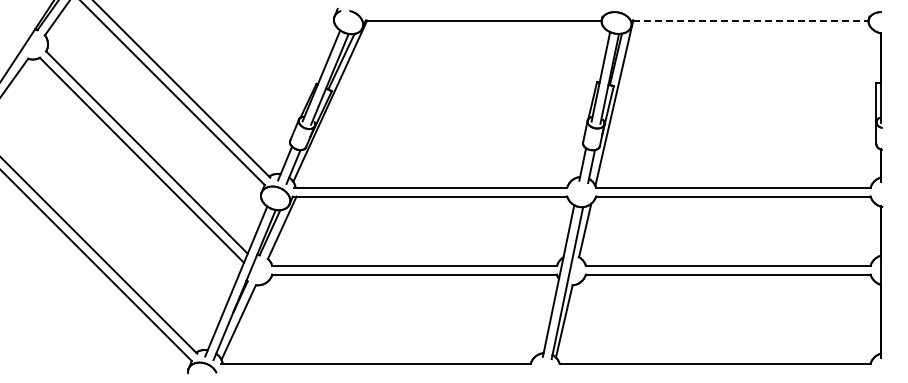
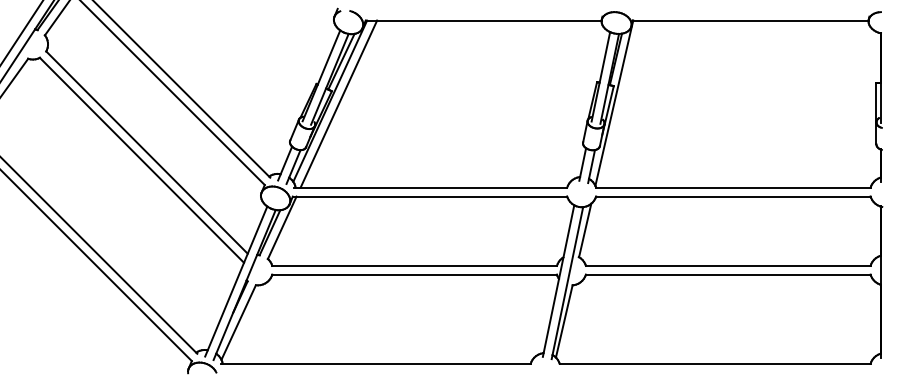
line at (750, 20): dashed -> solid
line at (22, 32): none -> present
line at (338, 103): none -> present
